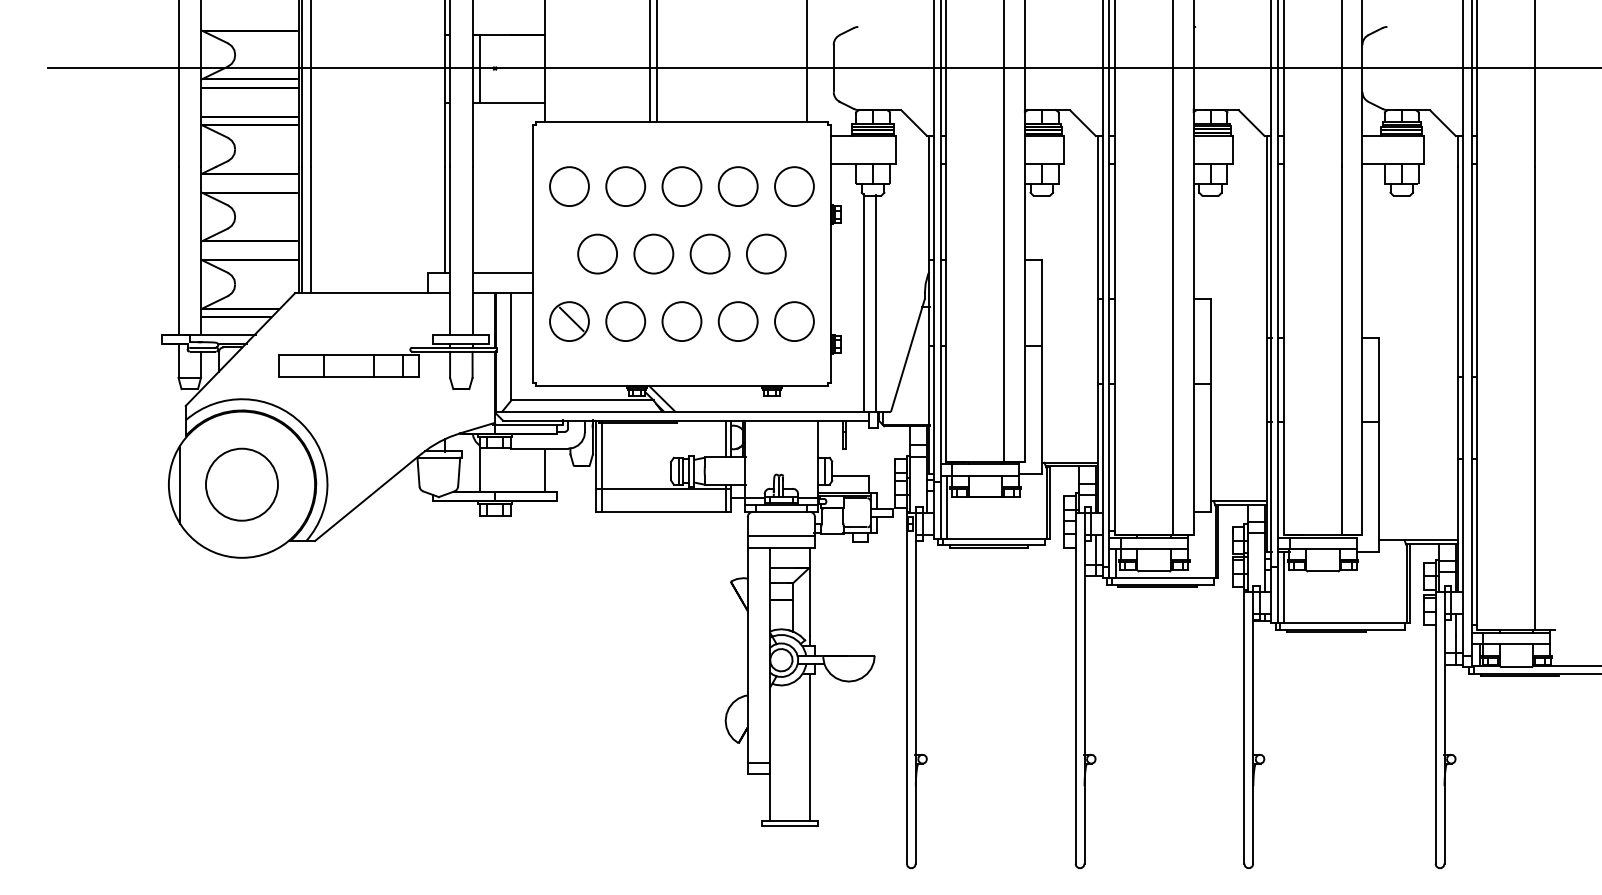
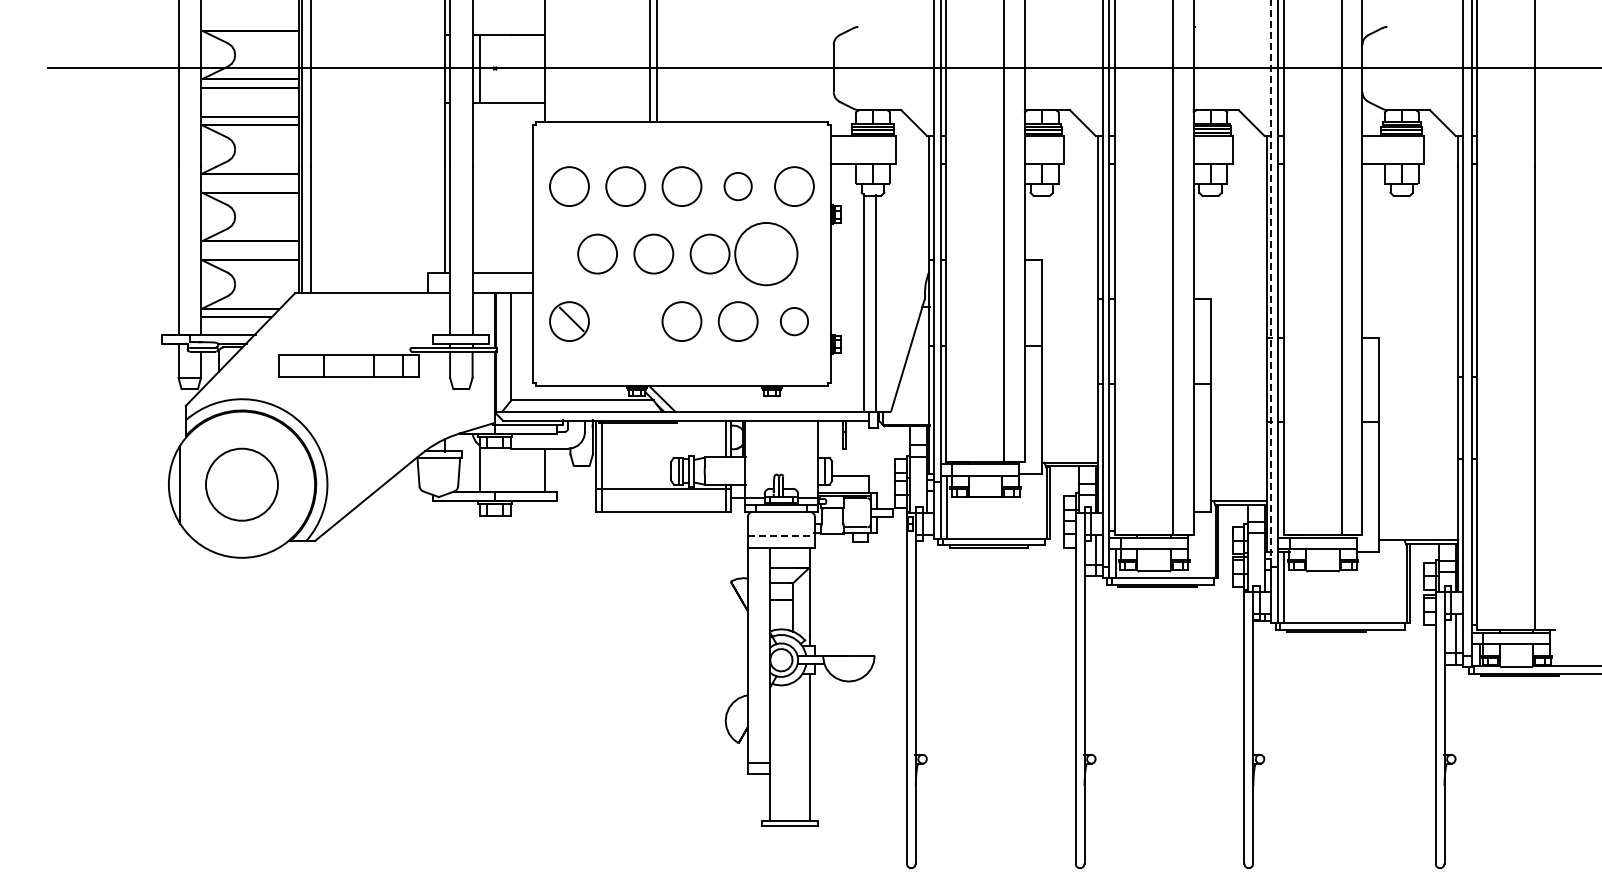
line at (806, 62): present -> none
circle at (737, 186) size: 42x41 px -> 30x30 px
circle at (765, 253) diameter: 39 px -> 62 px
line at (1271, 283): solid -> dashed
circle at (625, 321): present -> none
circle at (794, 321) diameter: 39 px -> 27 px
line at (781, 536): solid -> dashed
